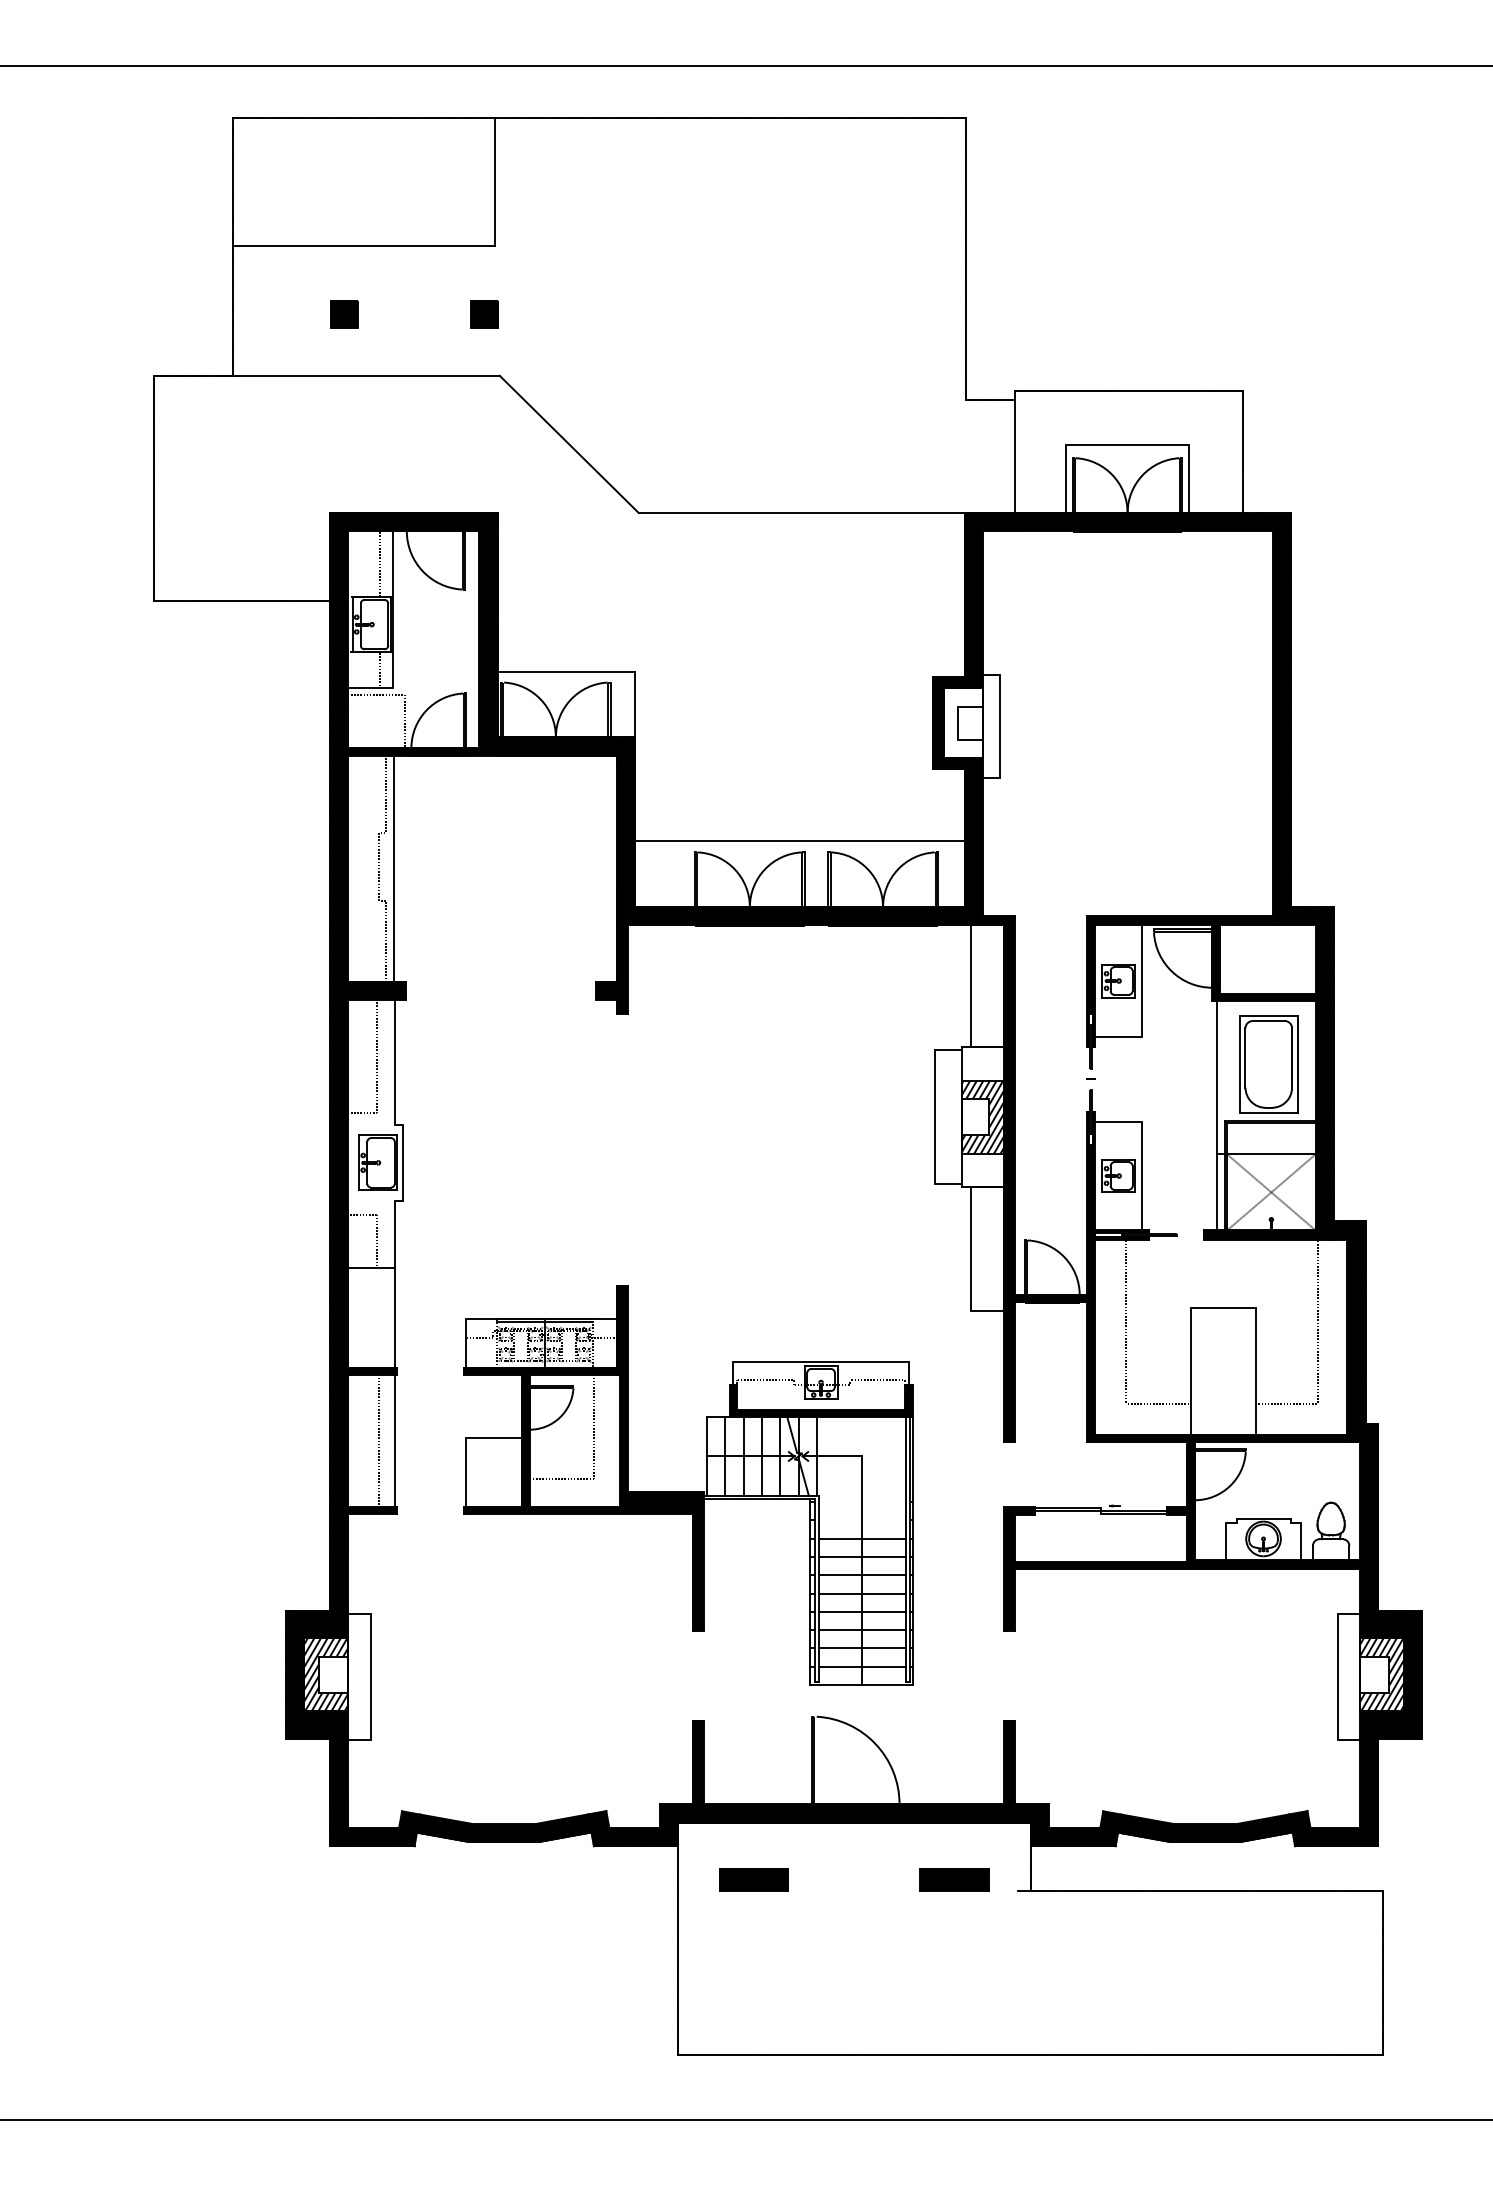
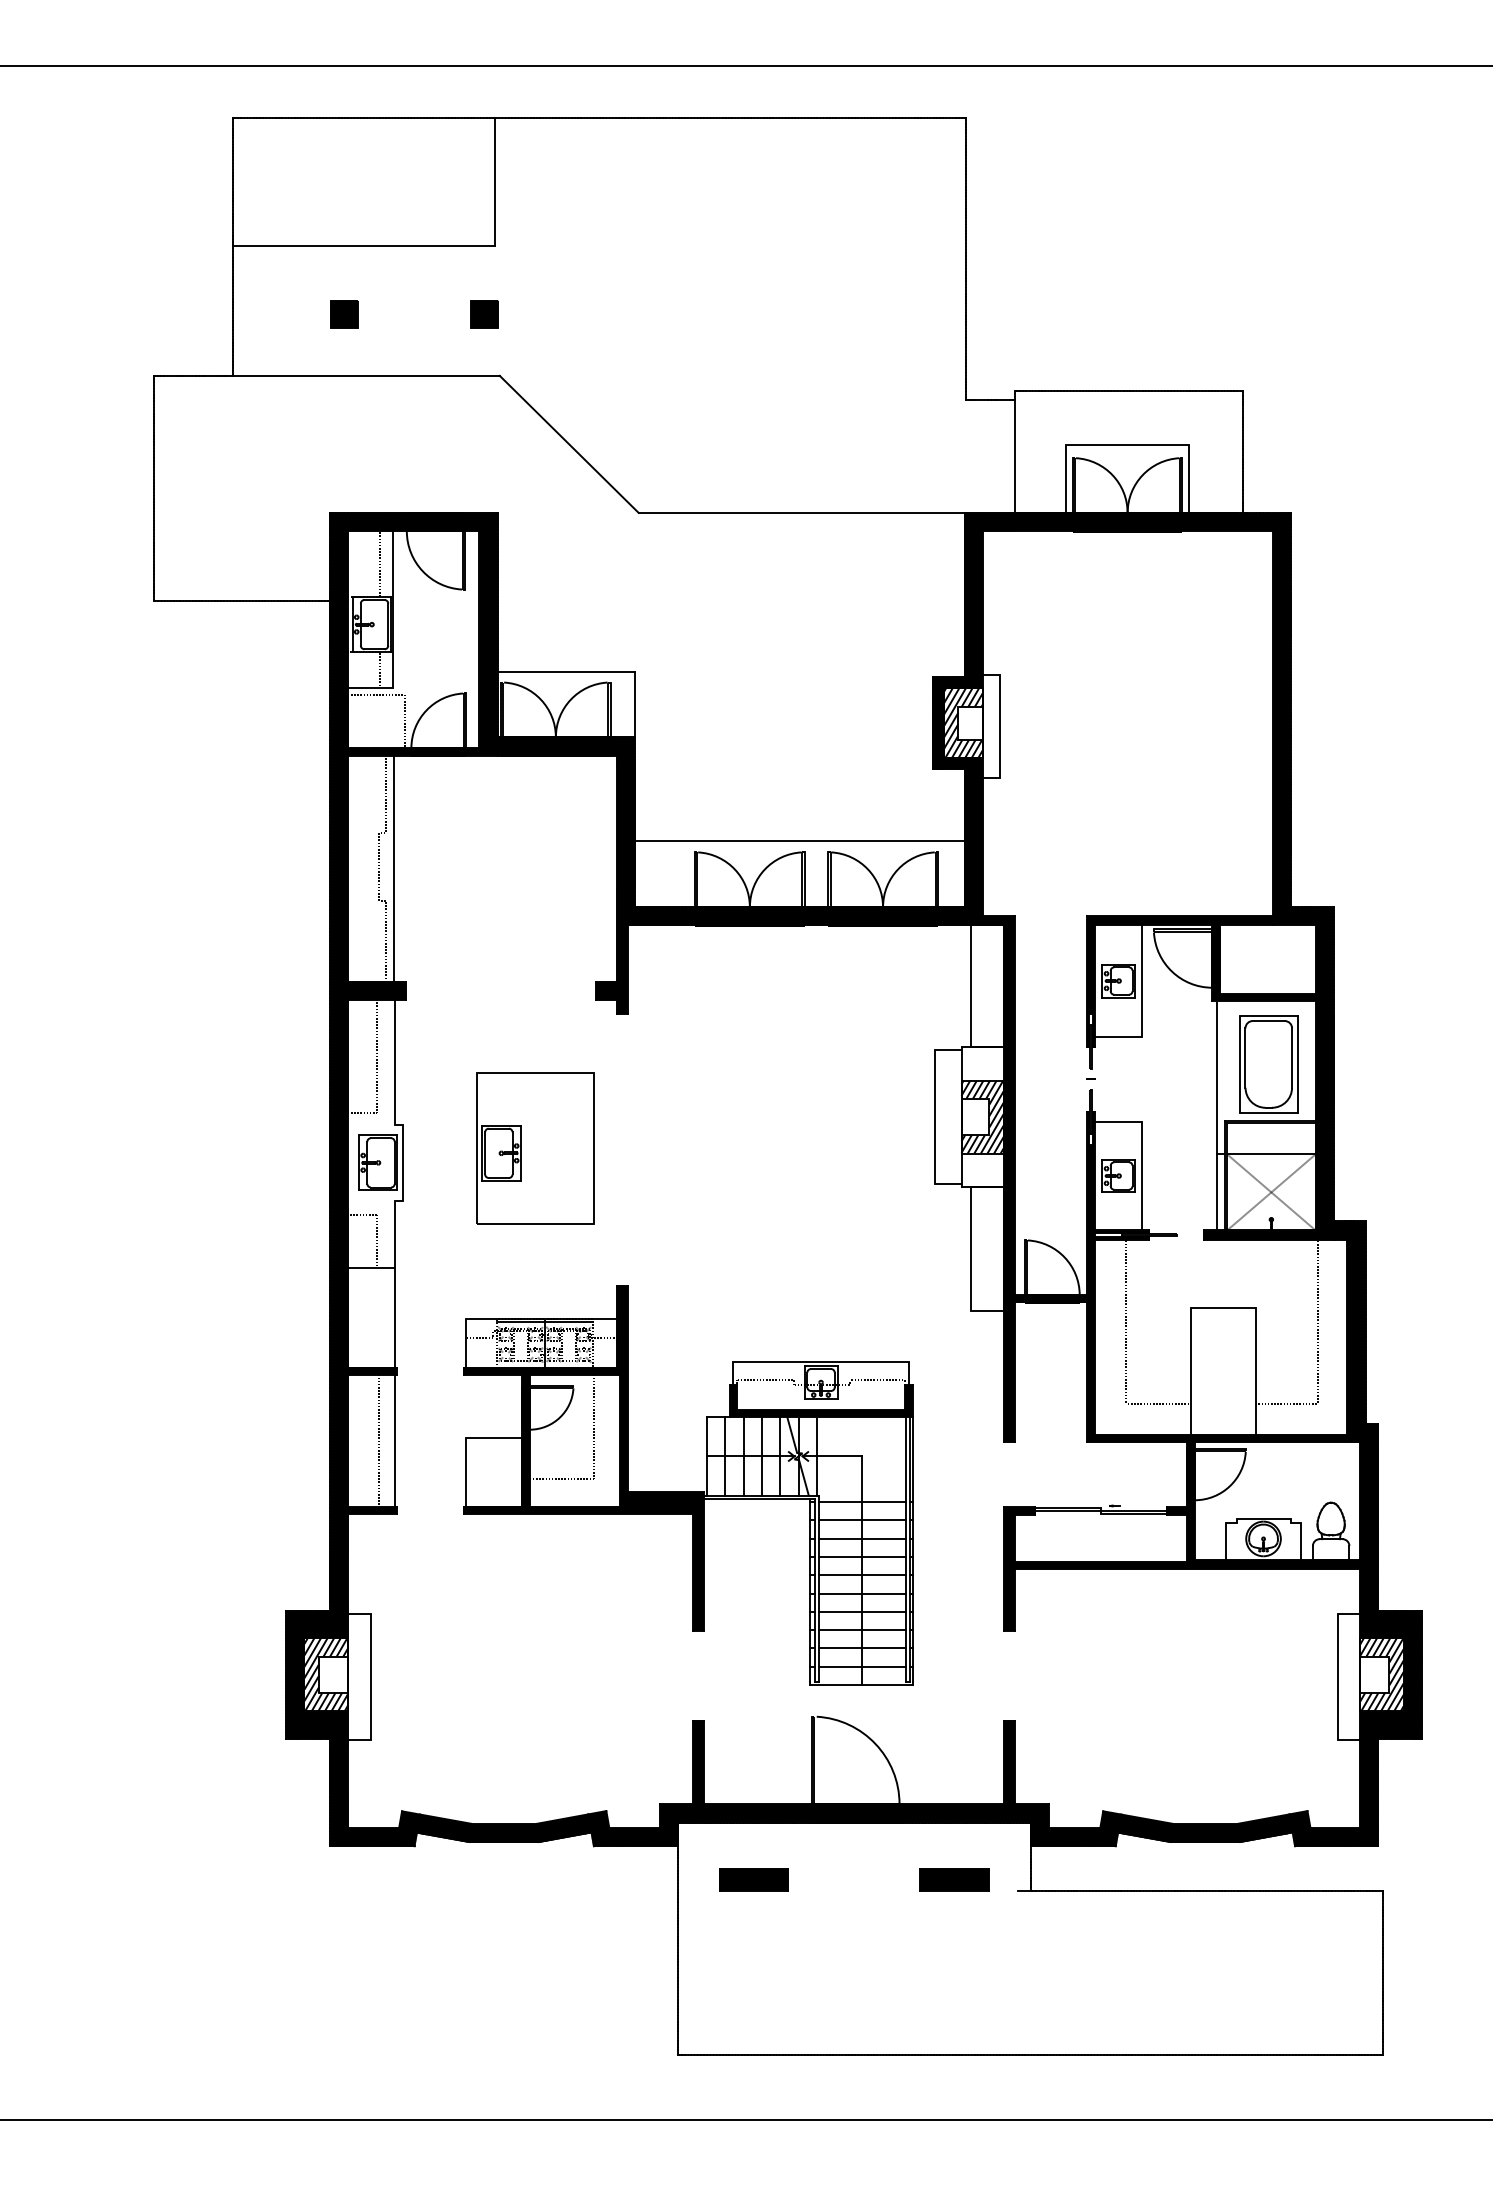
hatch at (962, 723): none -> present
part at (535, 1148): none -> present
line at (861, 1502): none -> present
line at (861, 1520): none -> present
